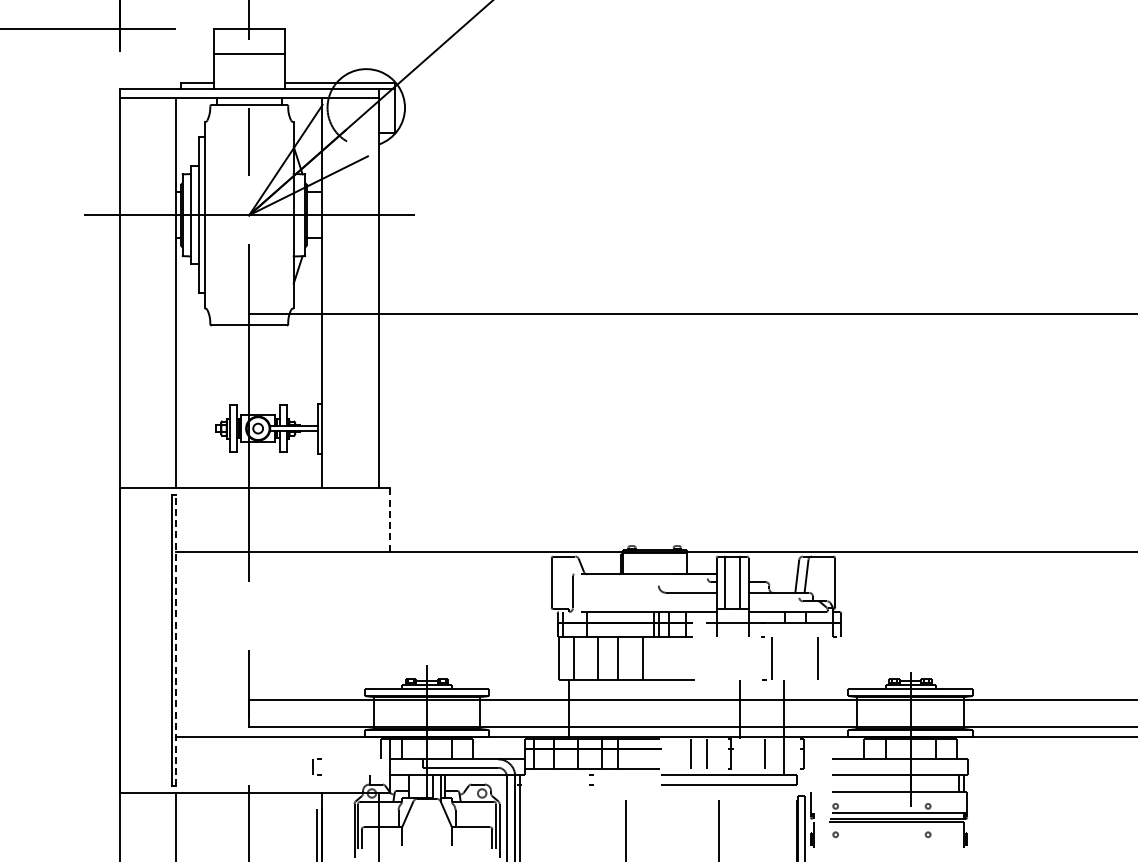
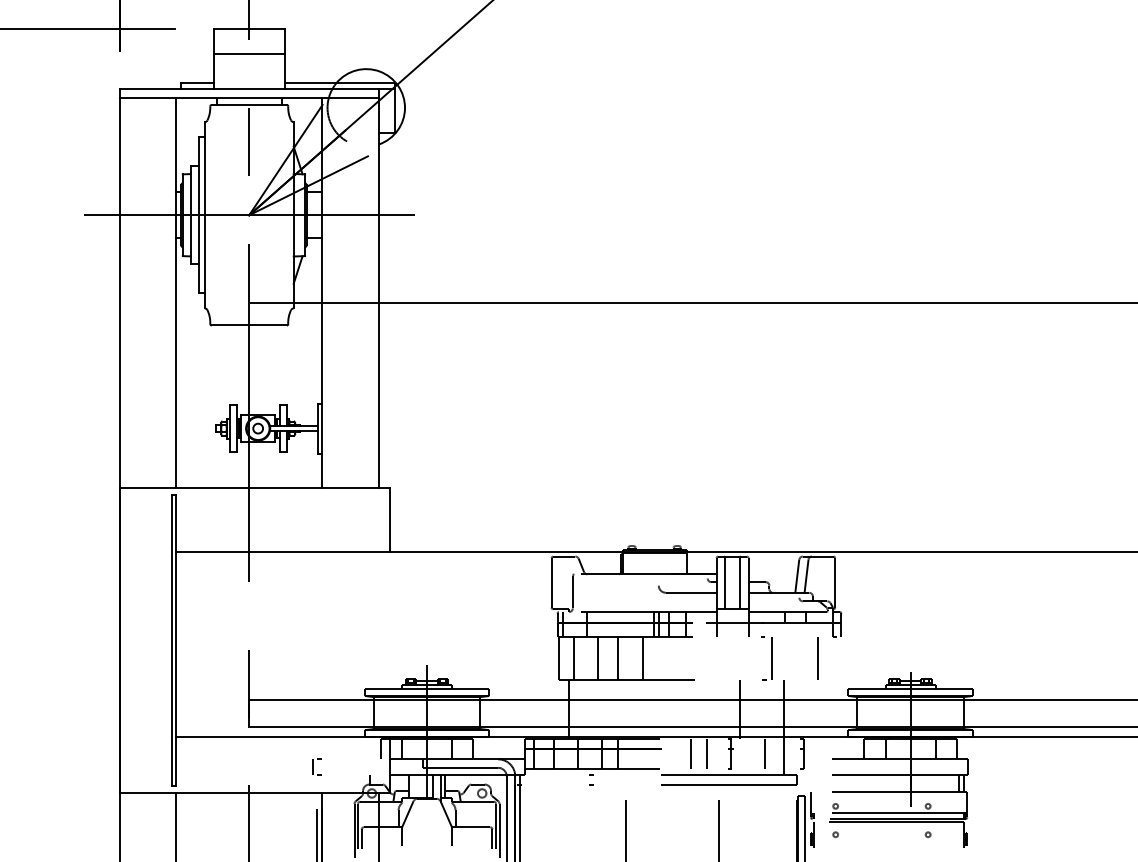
line at (691, 314) position: (691, 314) -> (691, 303)
line at (389, 519): dashed -> solid
line at (176, 640): dashed -> solid
